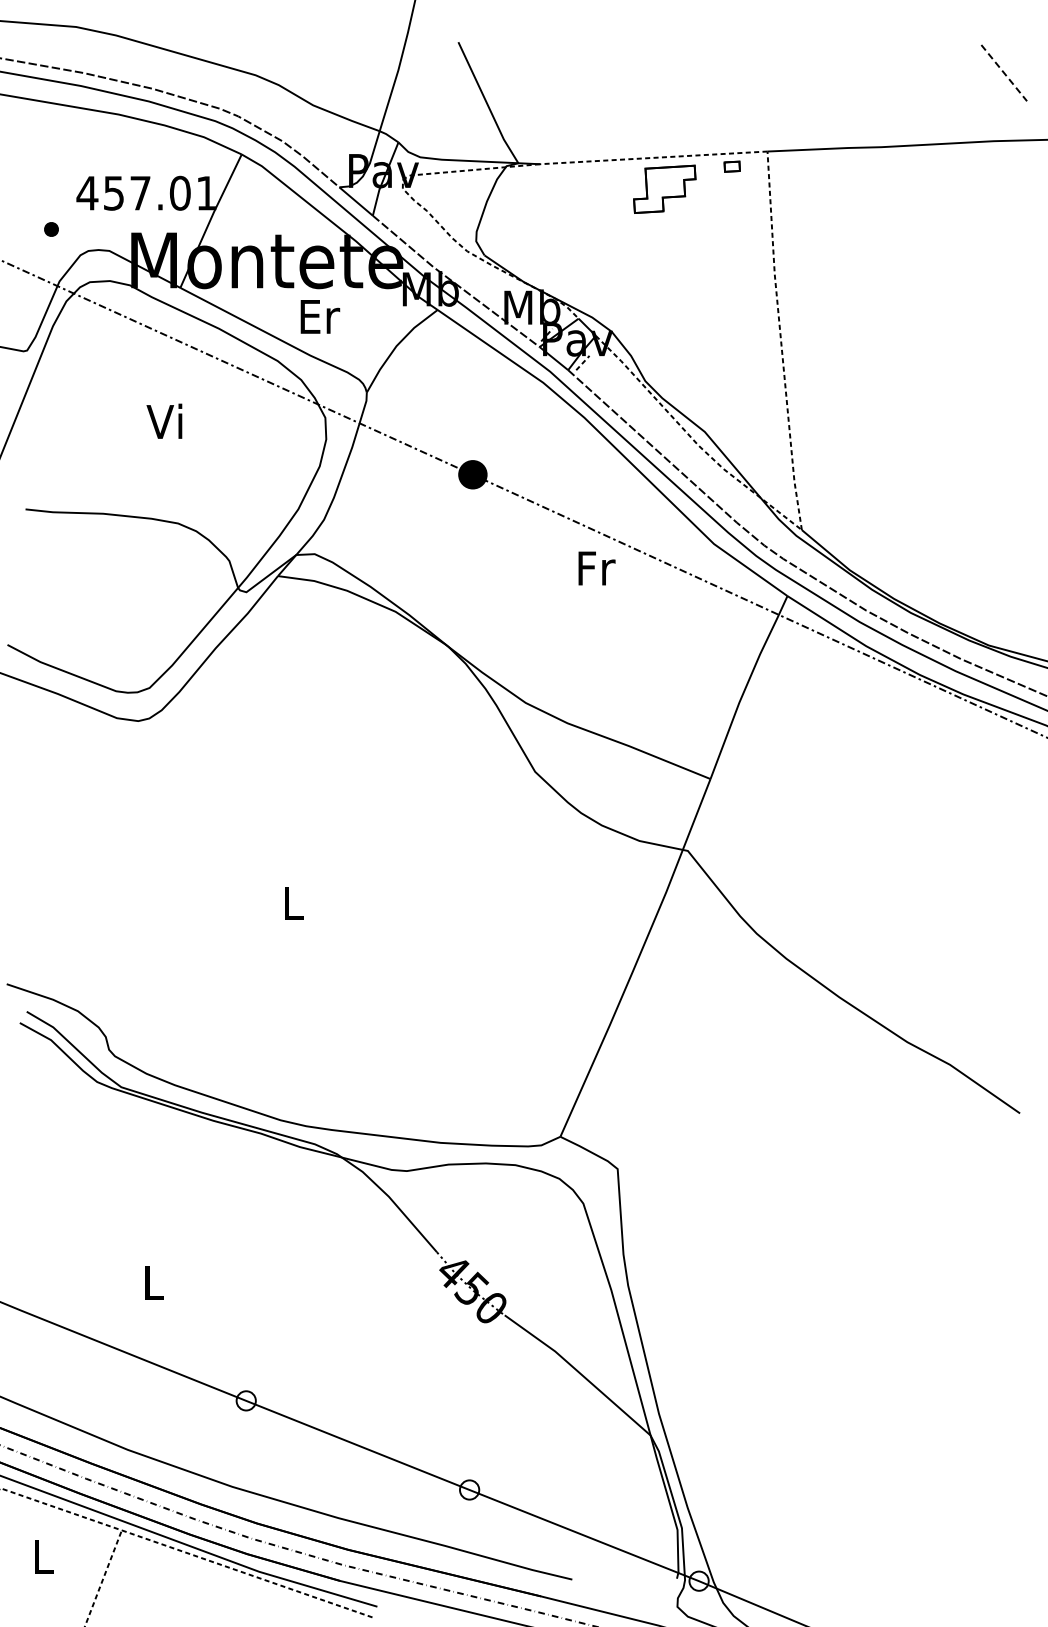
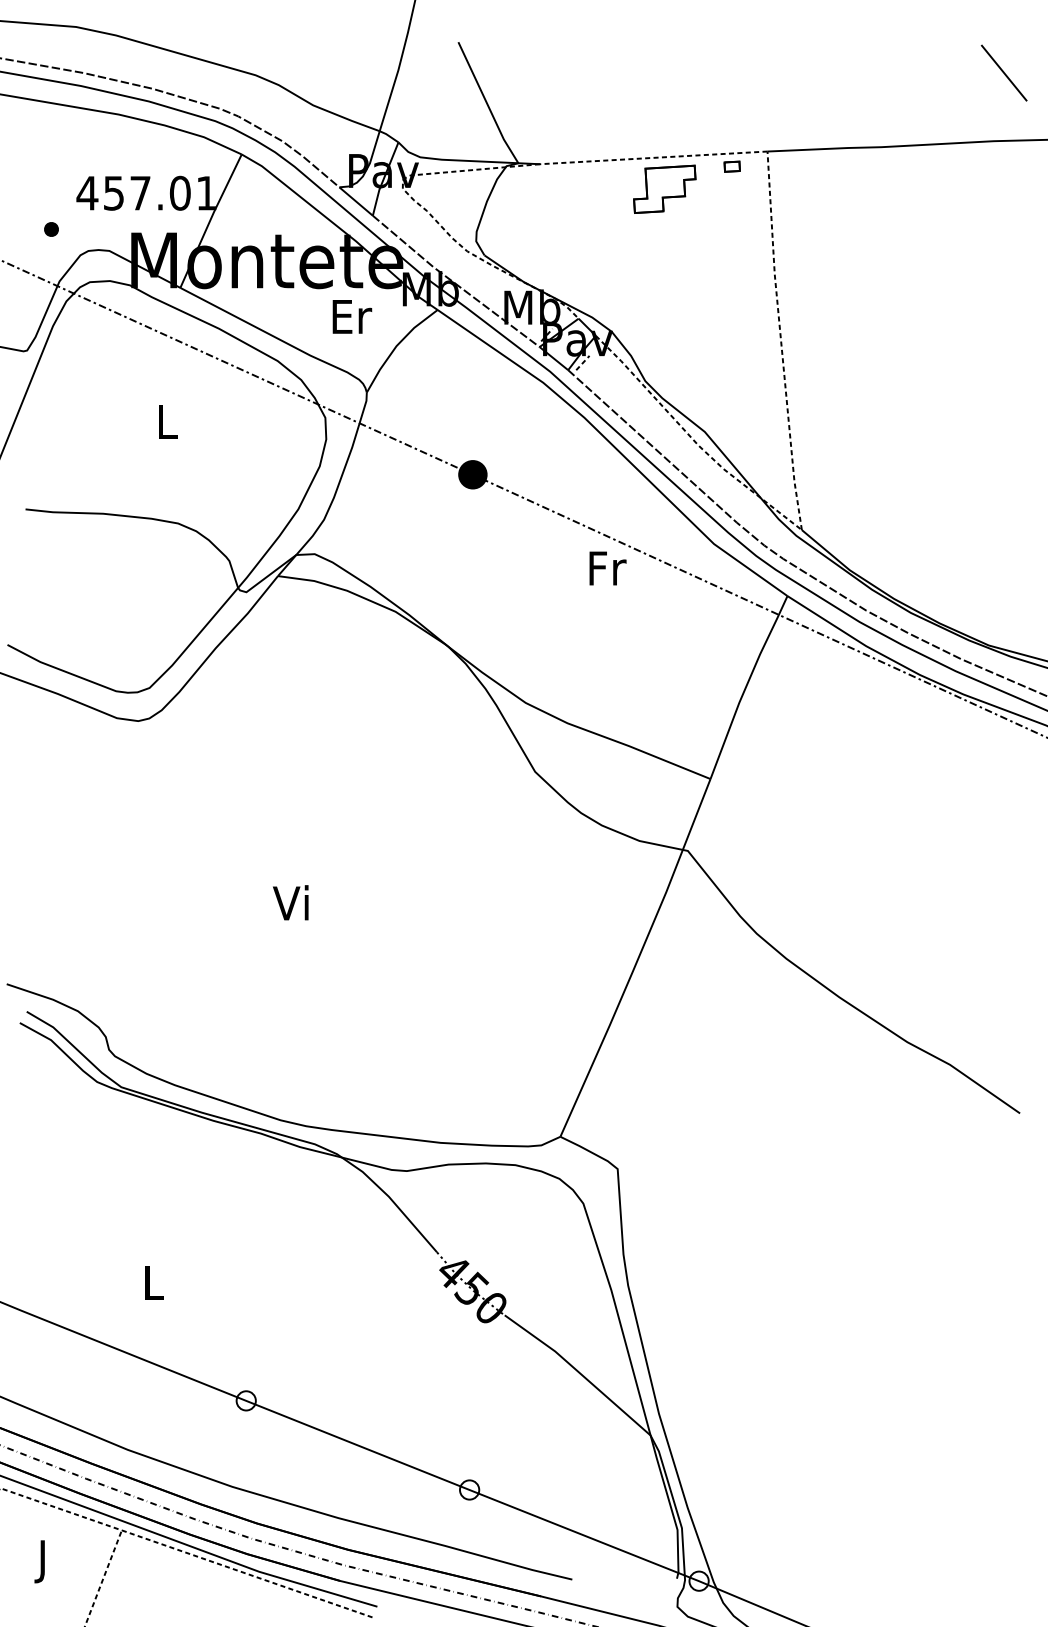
line at (1004, 73): dashed -> solid
text at (320, 316) position: (320, 316) -> (352, 316)
text at (164, 420): Vi -> L
text at (596, 568) position: (596, 568) -> (607, 568)
text at (290, 902): L -> Vi
text at (43, 1561): L -> J
